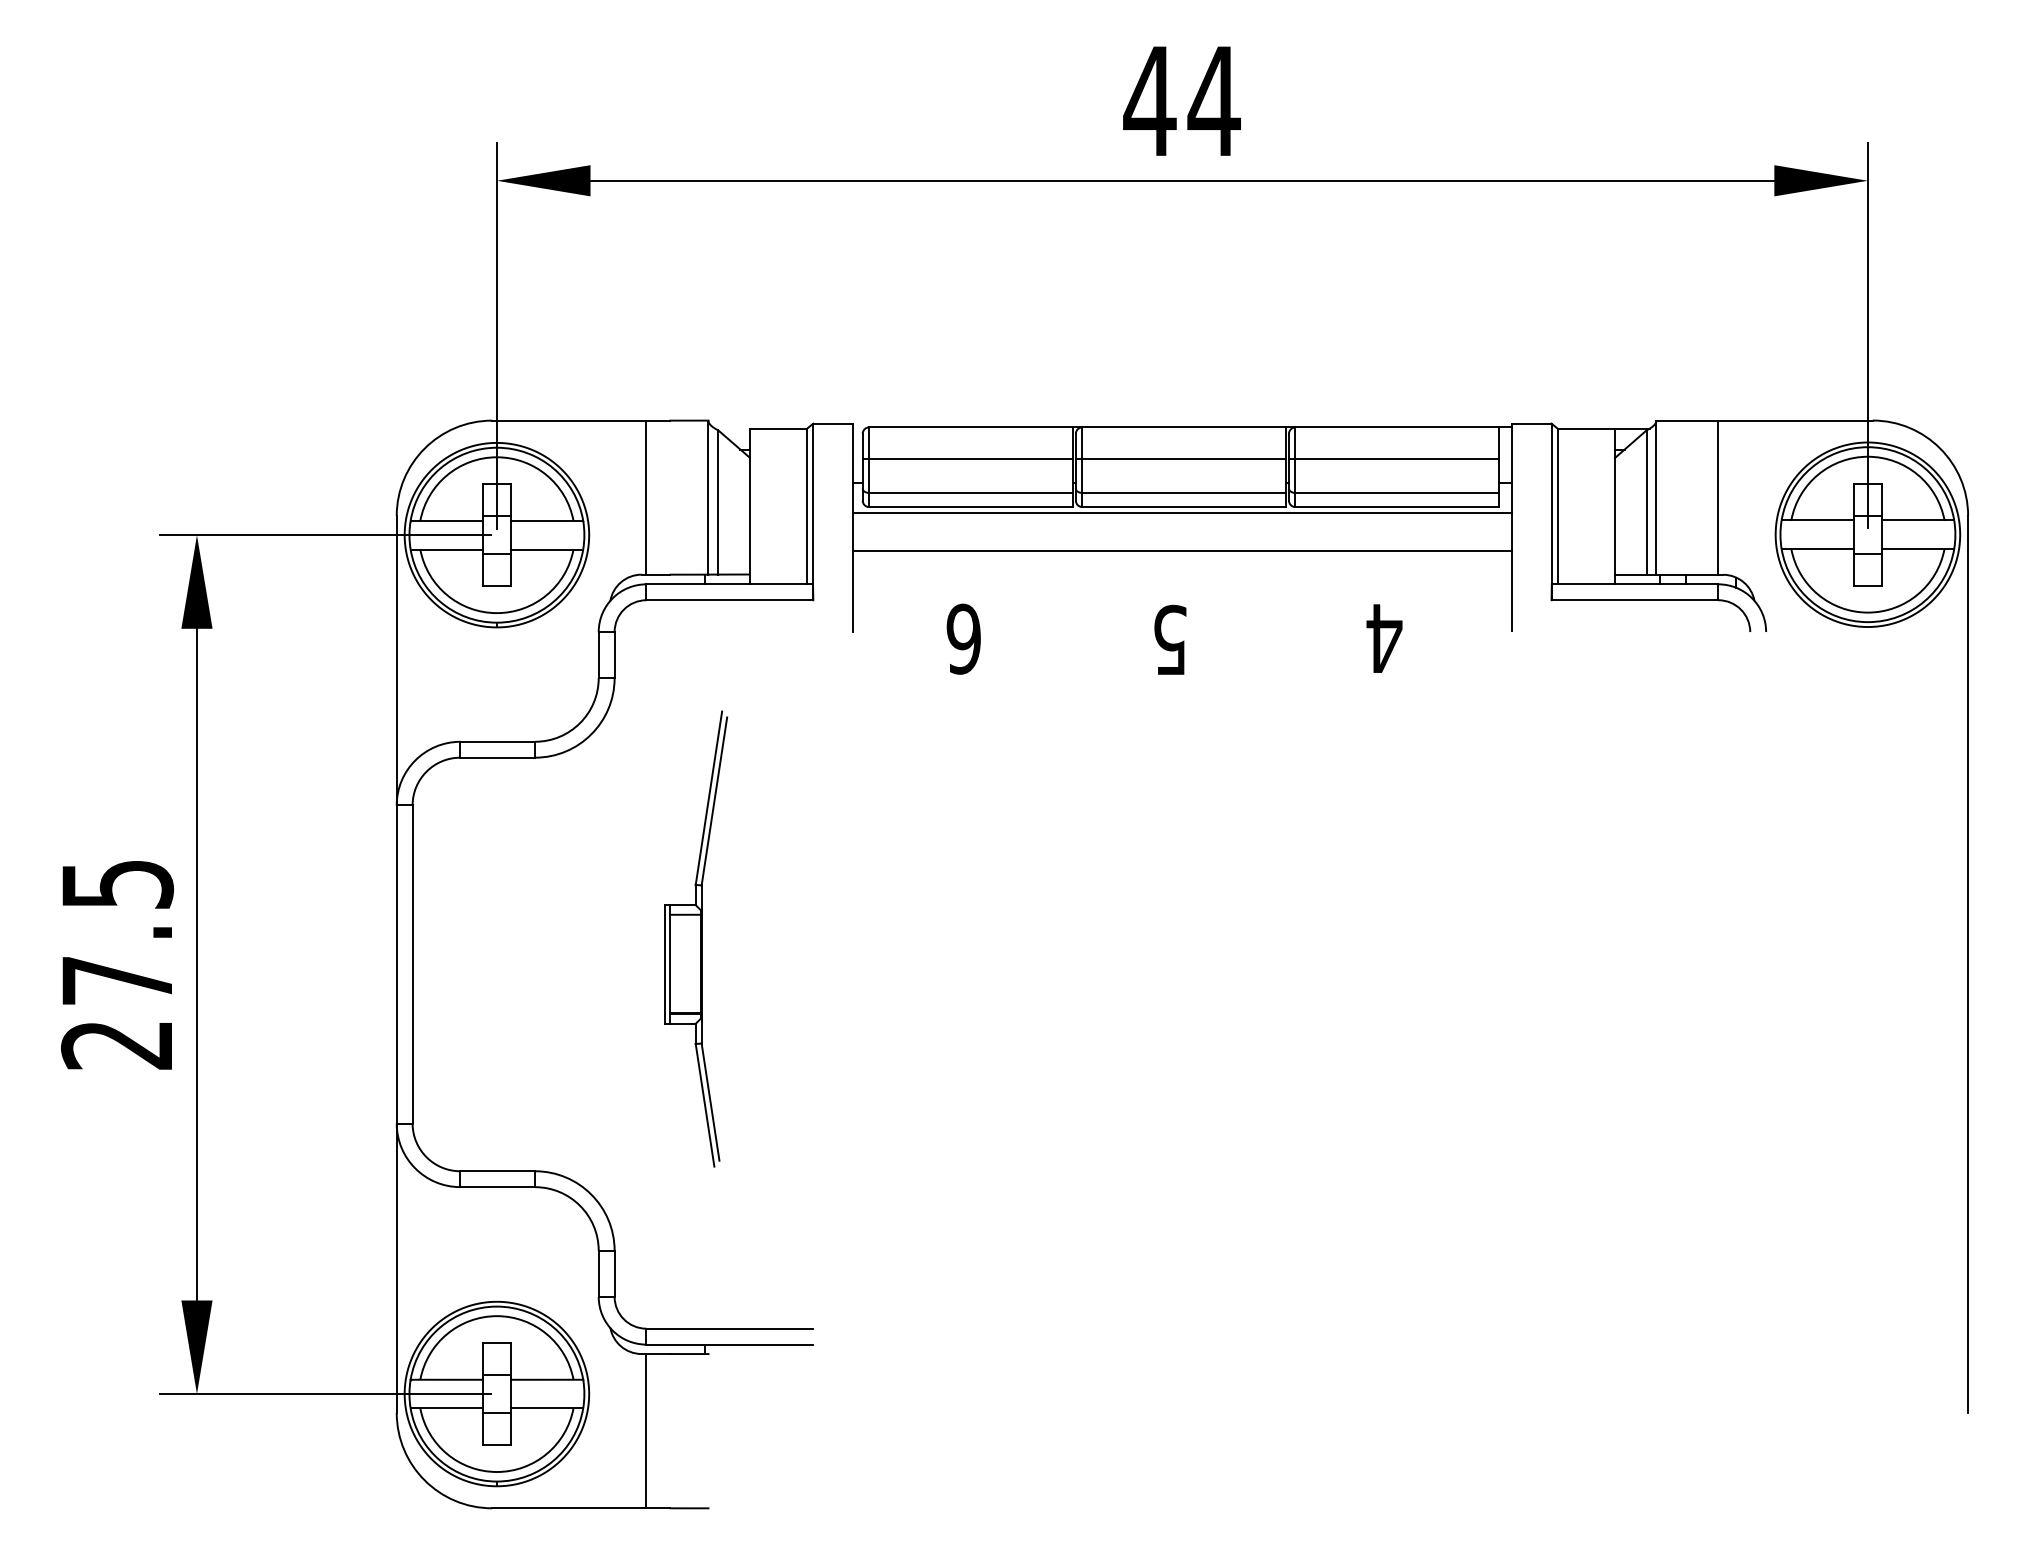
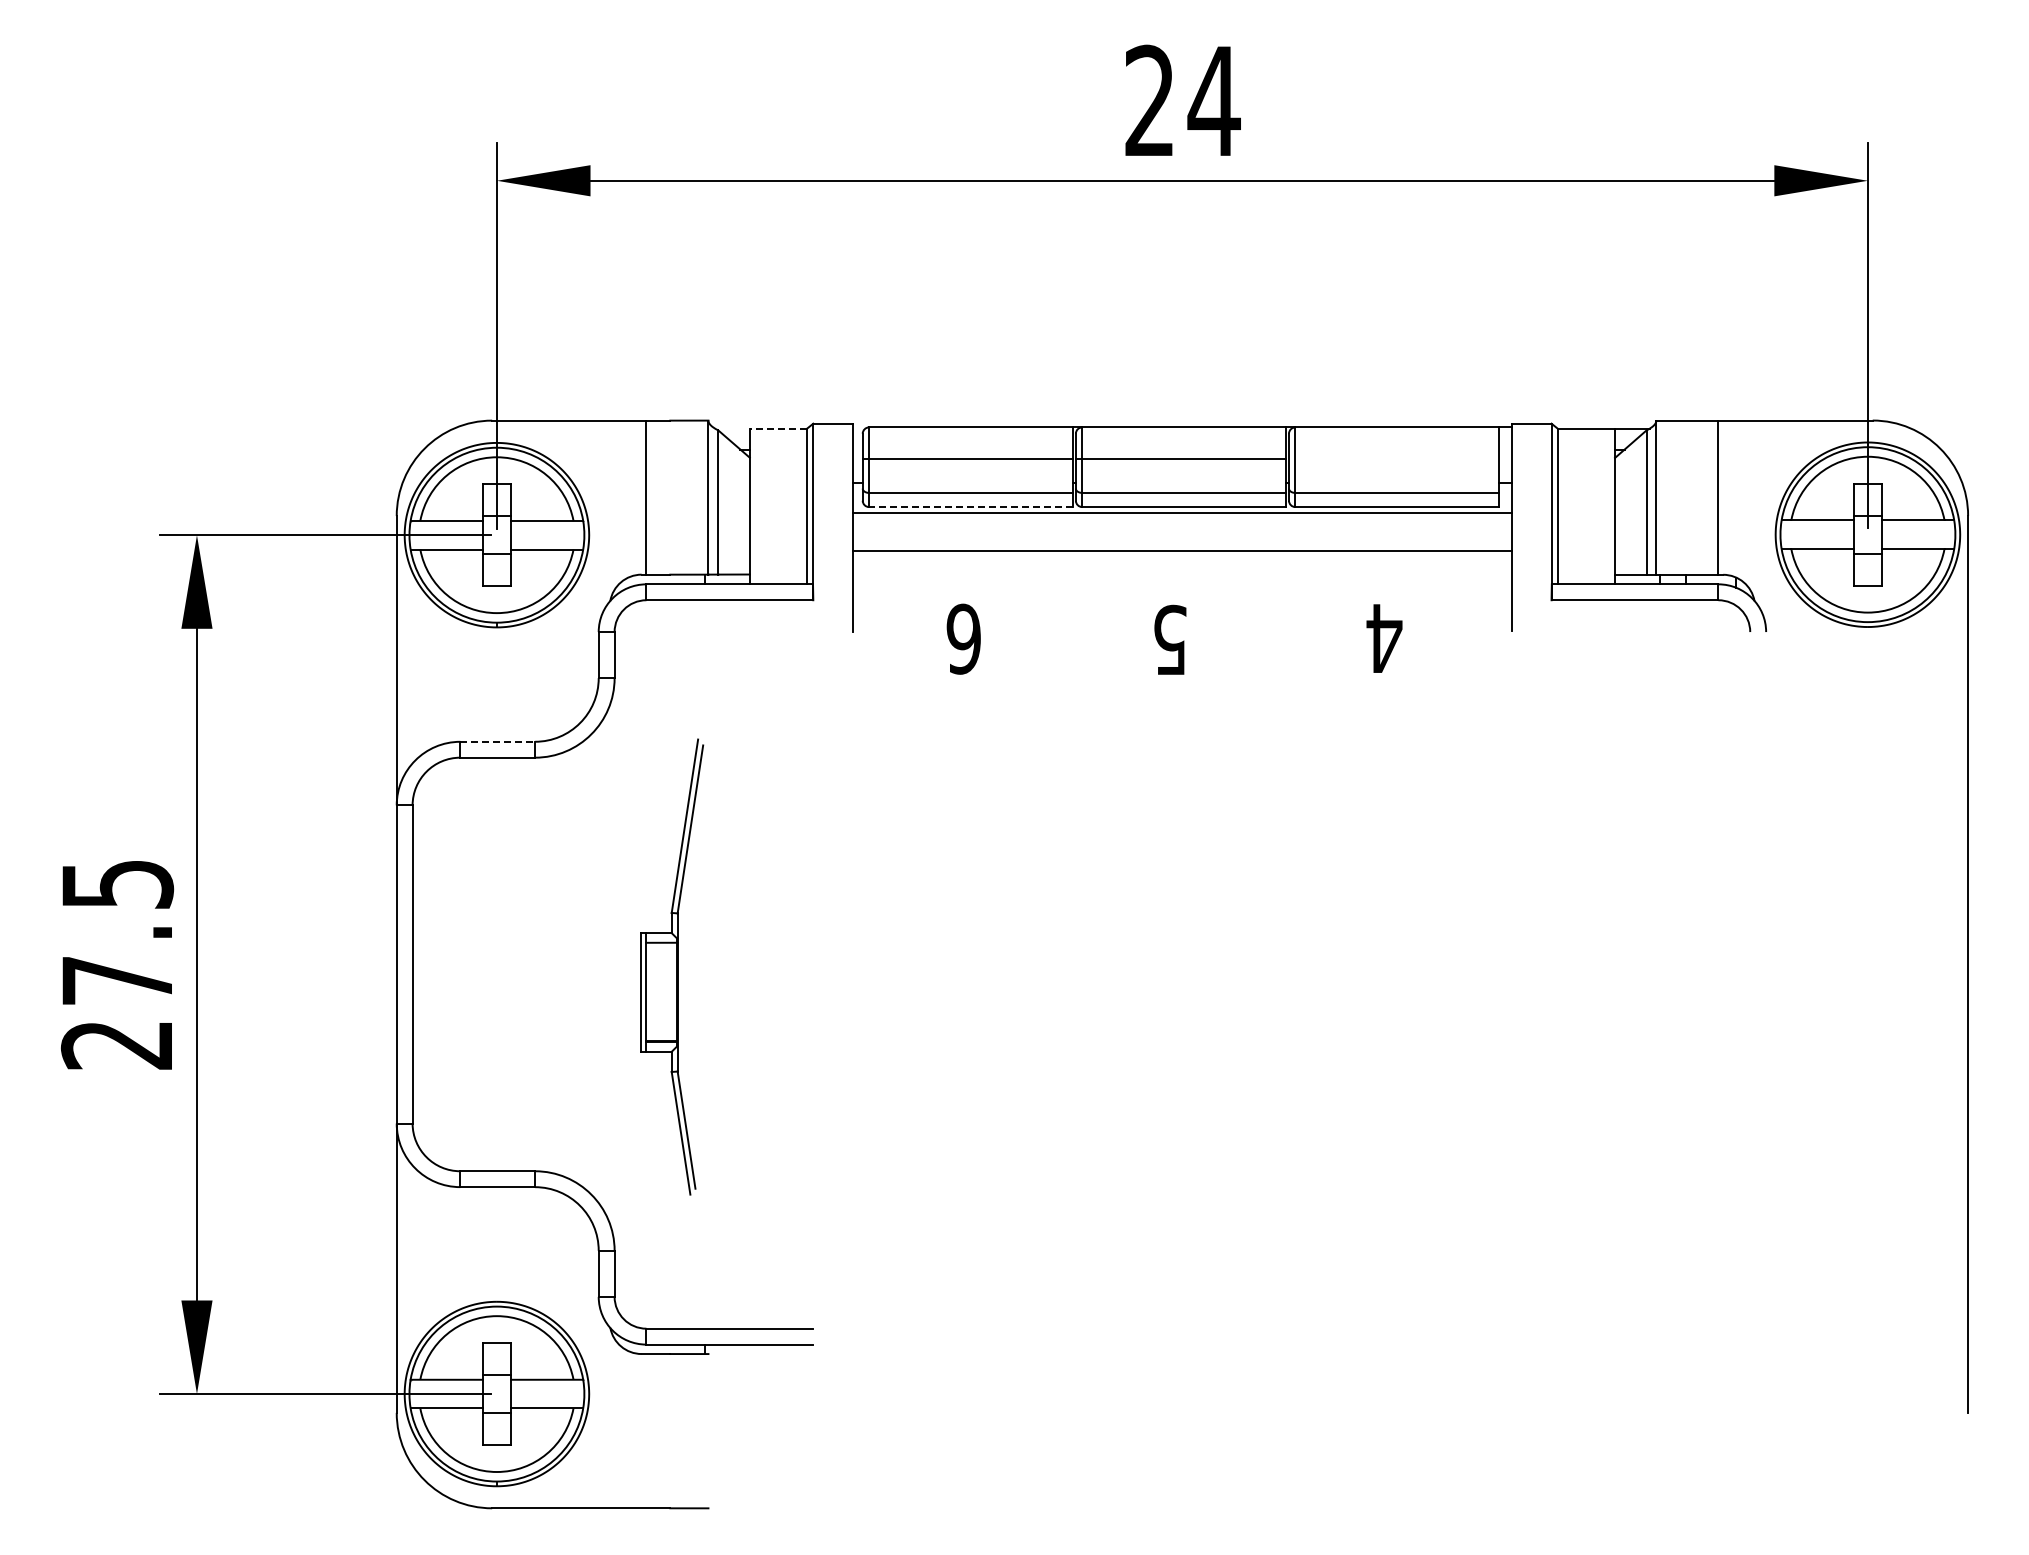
text at (1149, 99): 44 -> 24
line at (778, 428): solid -> dashed
line at (1394, 459): present -> none
line at (970, 507): solid -> dashed
line at (498, 741): solid -> dashed
part at (696, 938) position: (696, 938) -> (672, 966)
line at (646, 1431): present -> none
